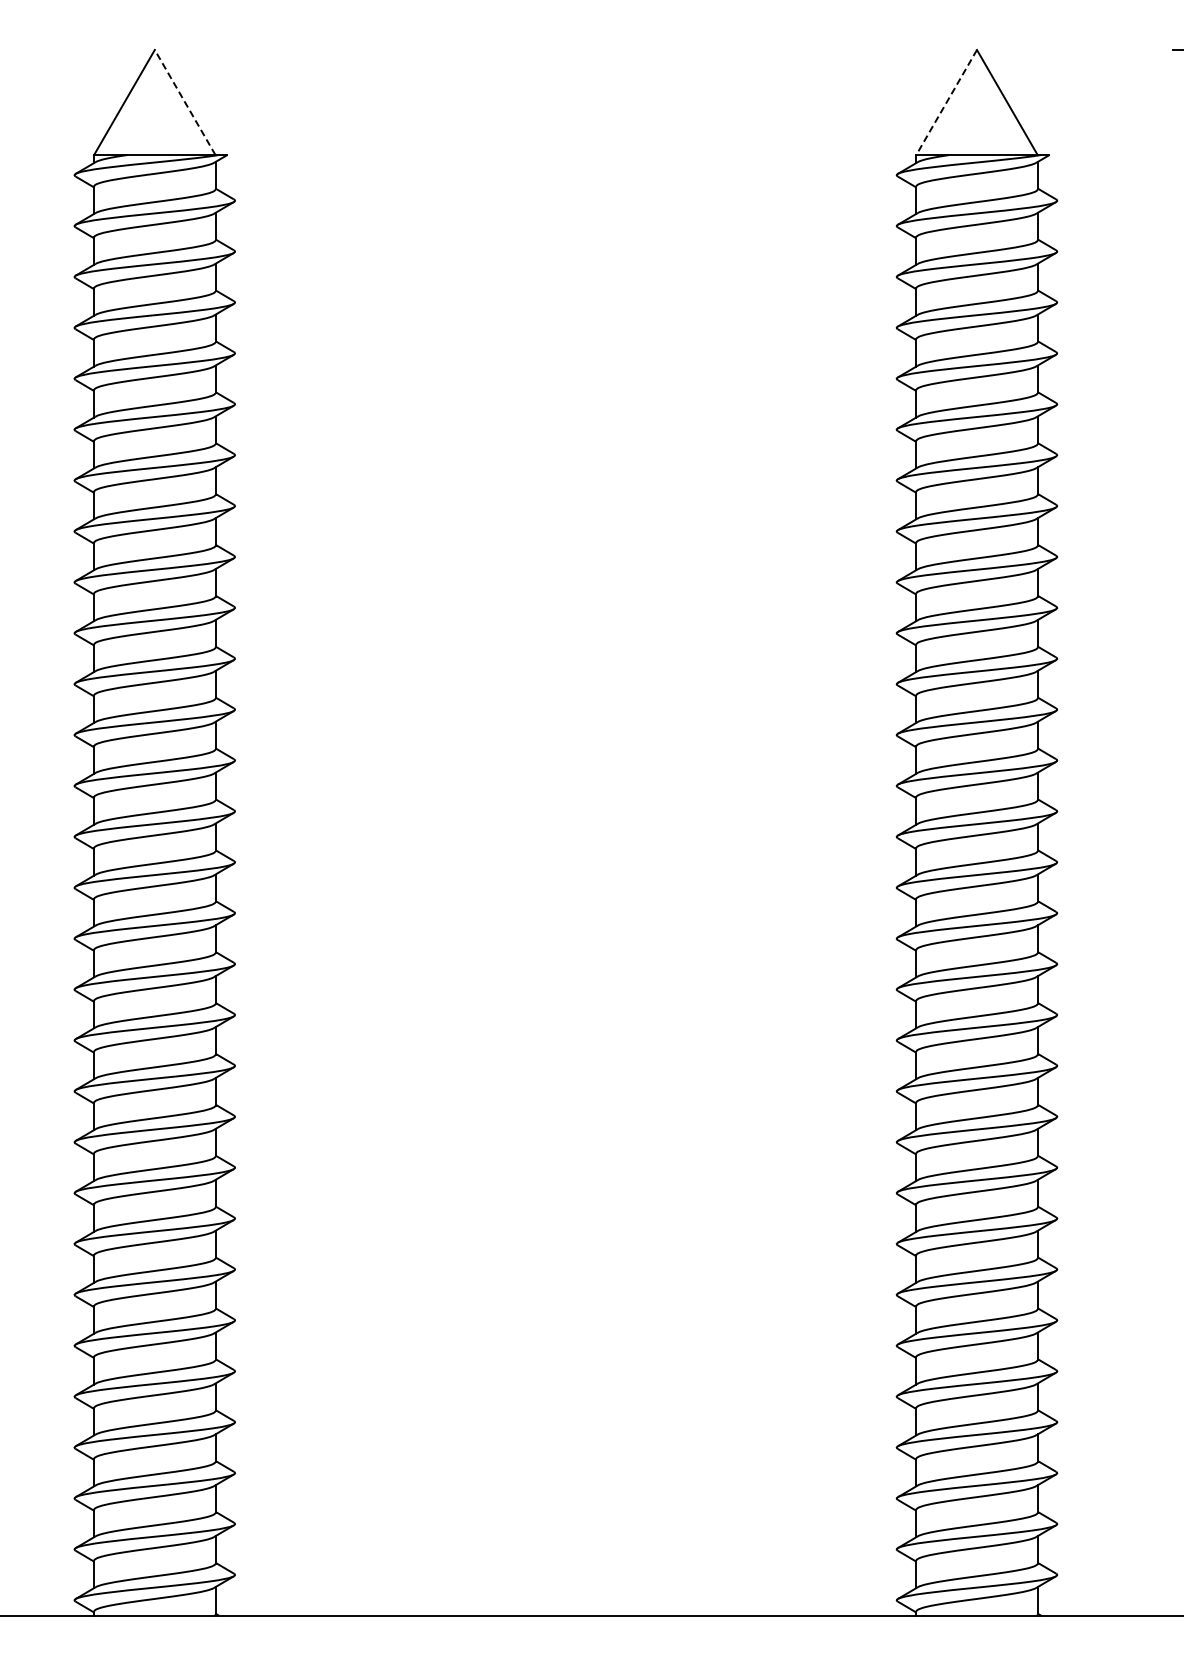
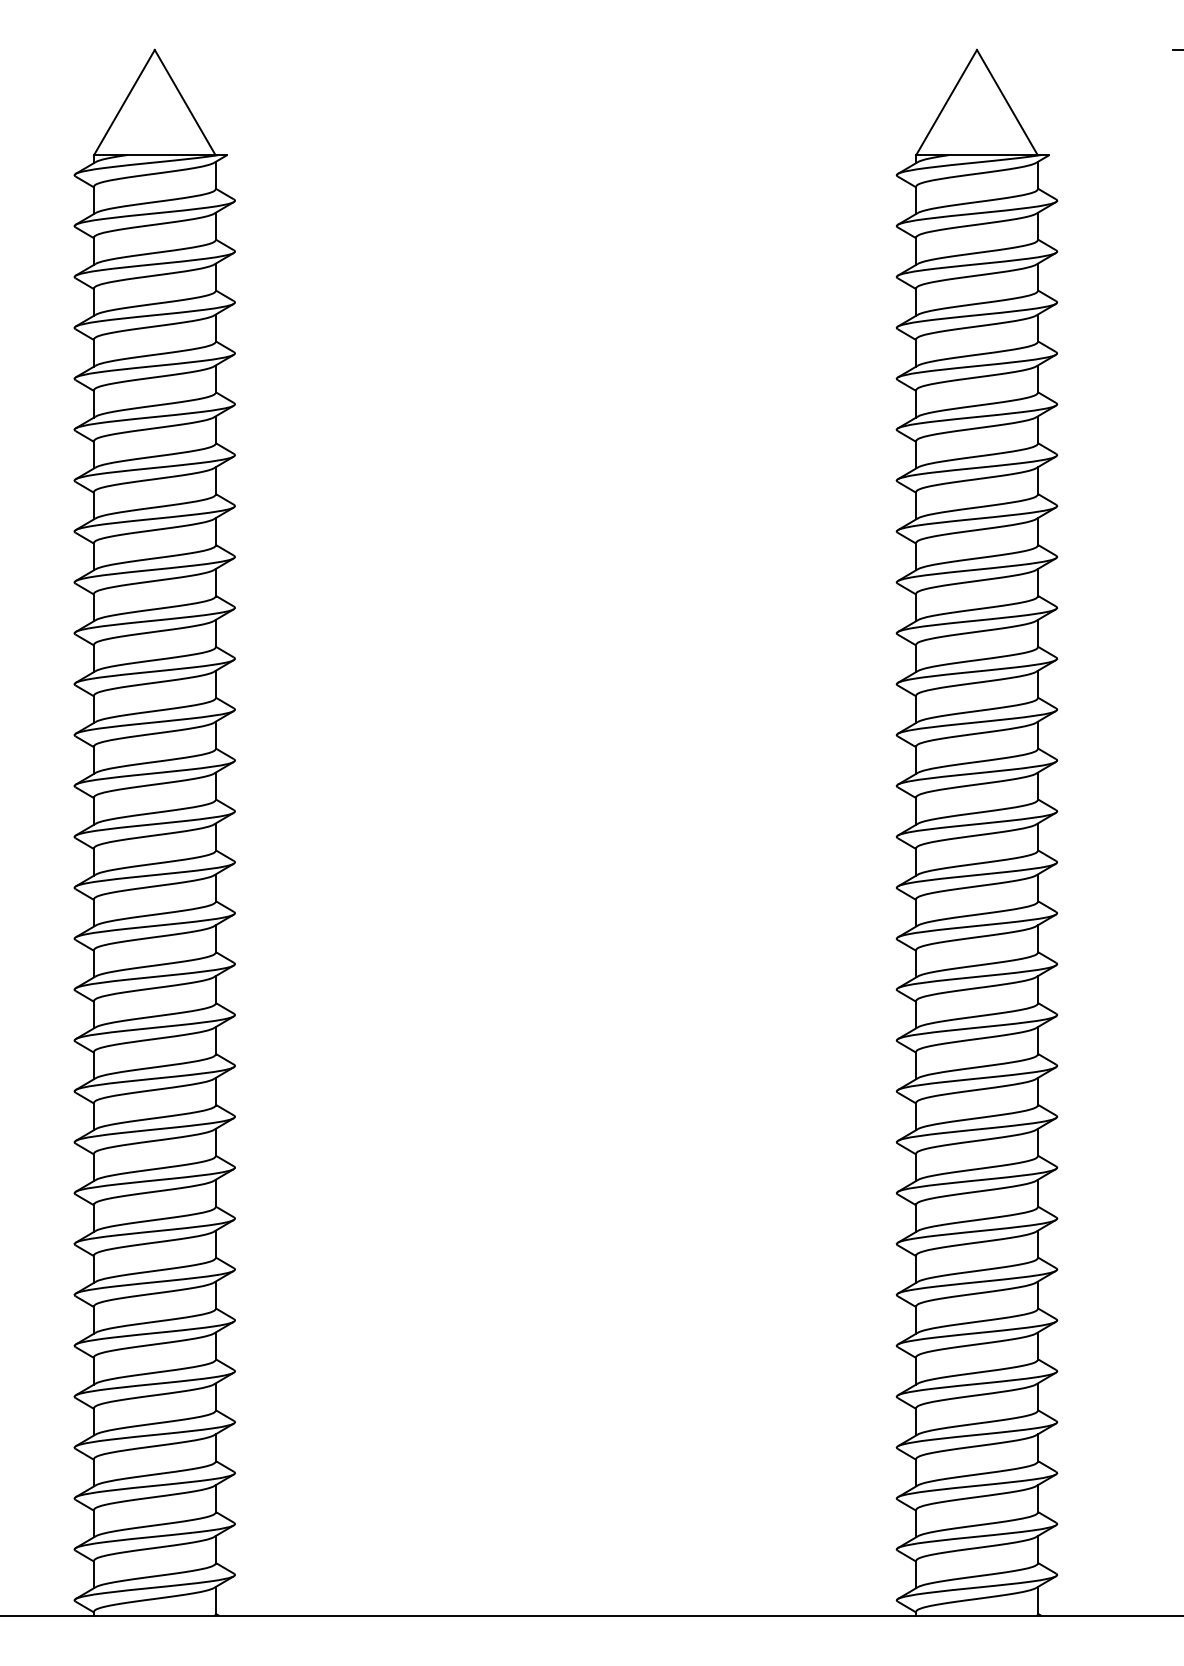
line at (185, 102): dashed -> solid
line at (946, 102): dashed -> solid
